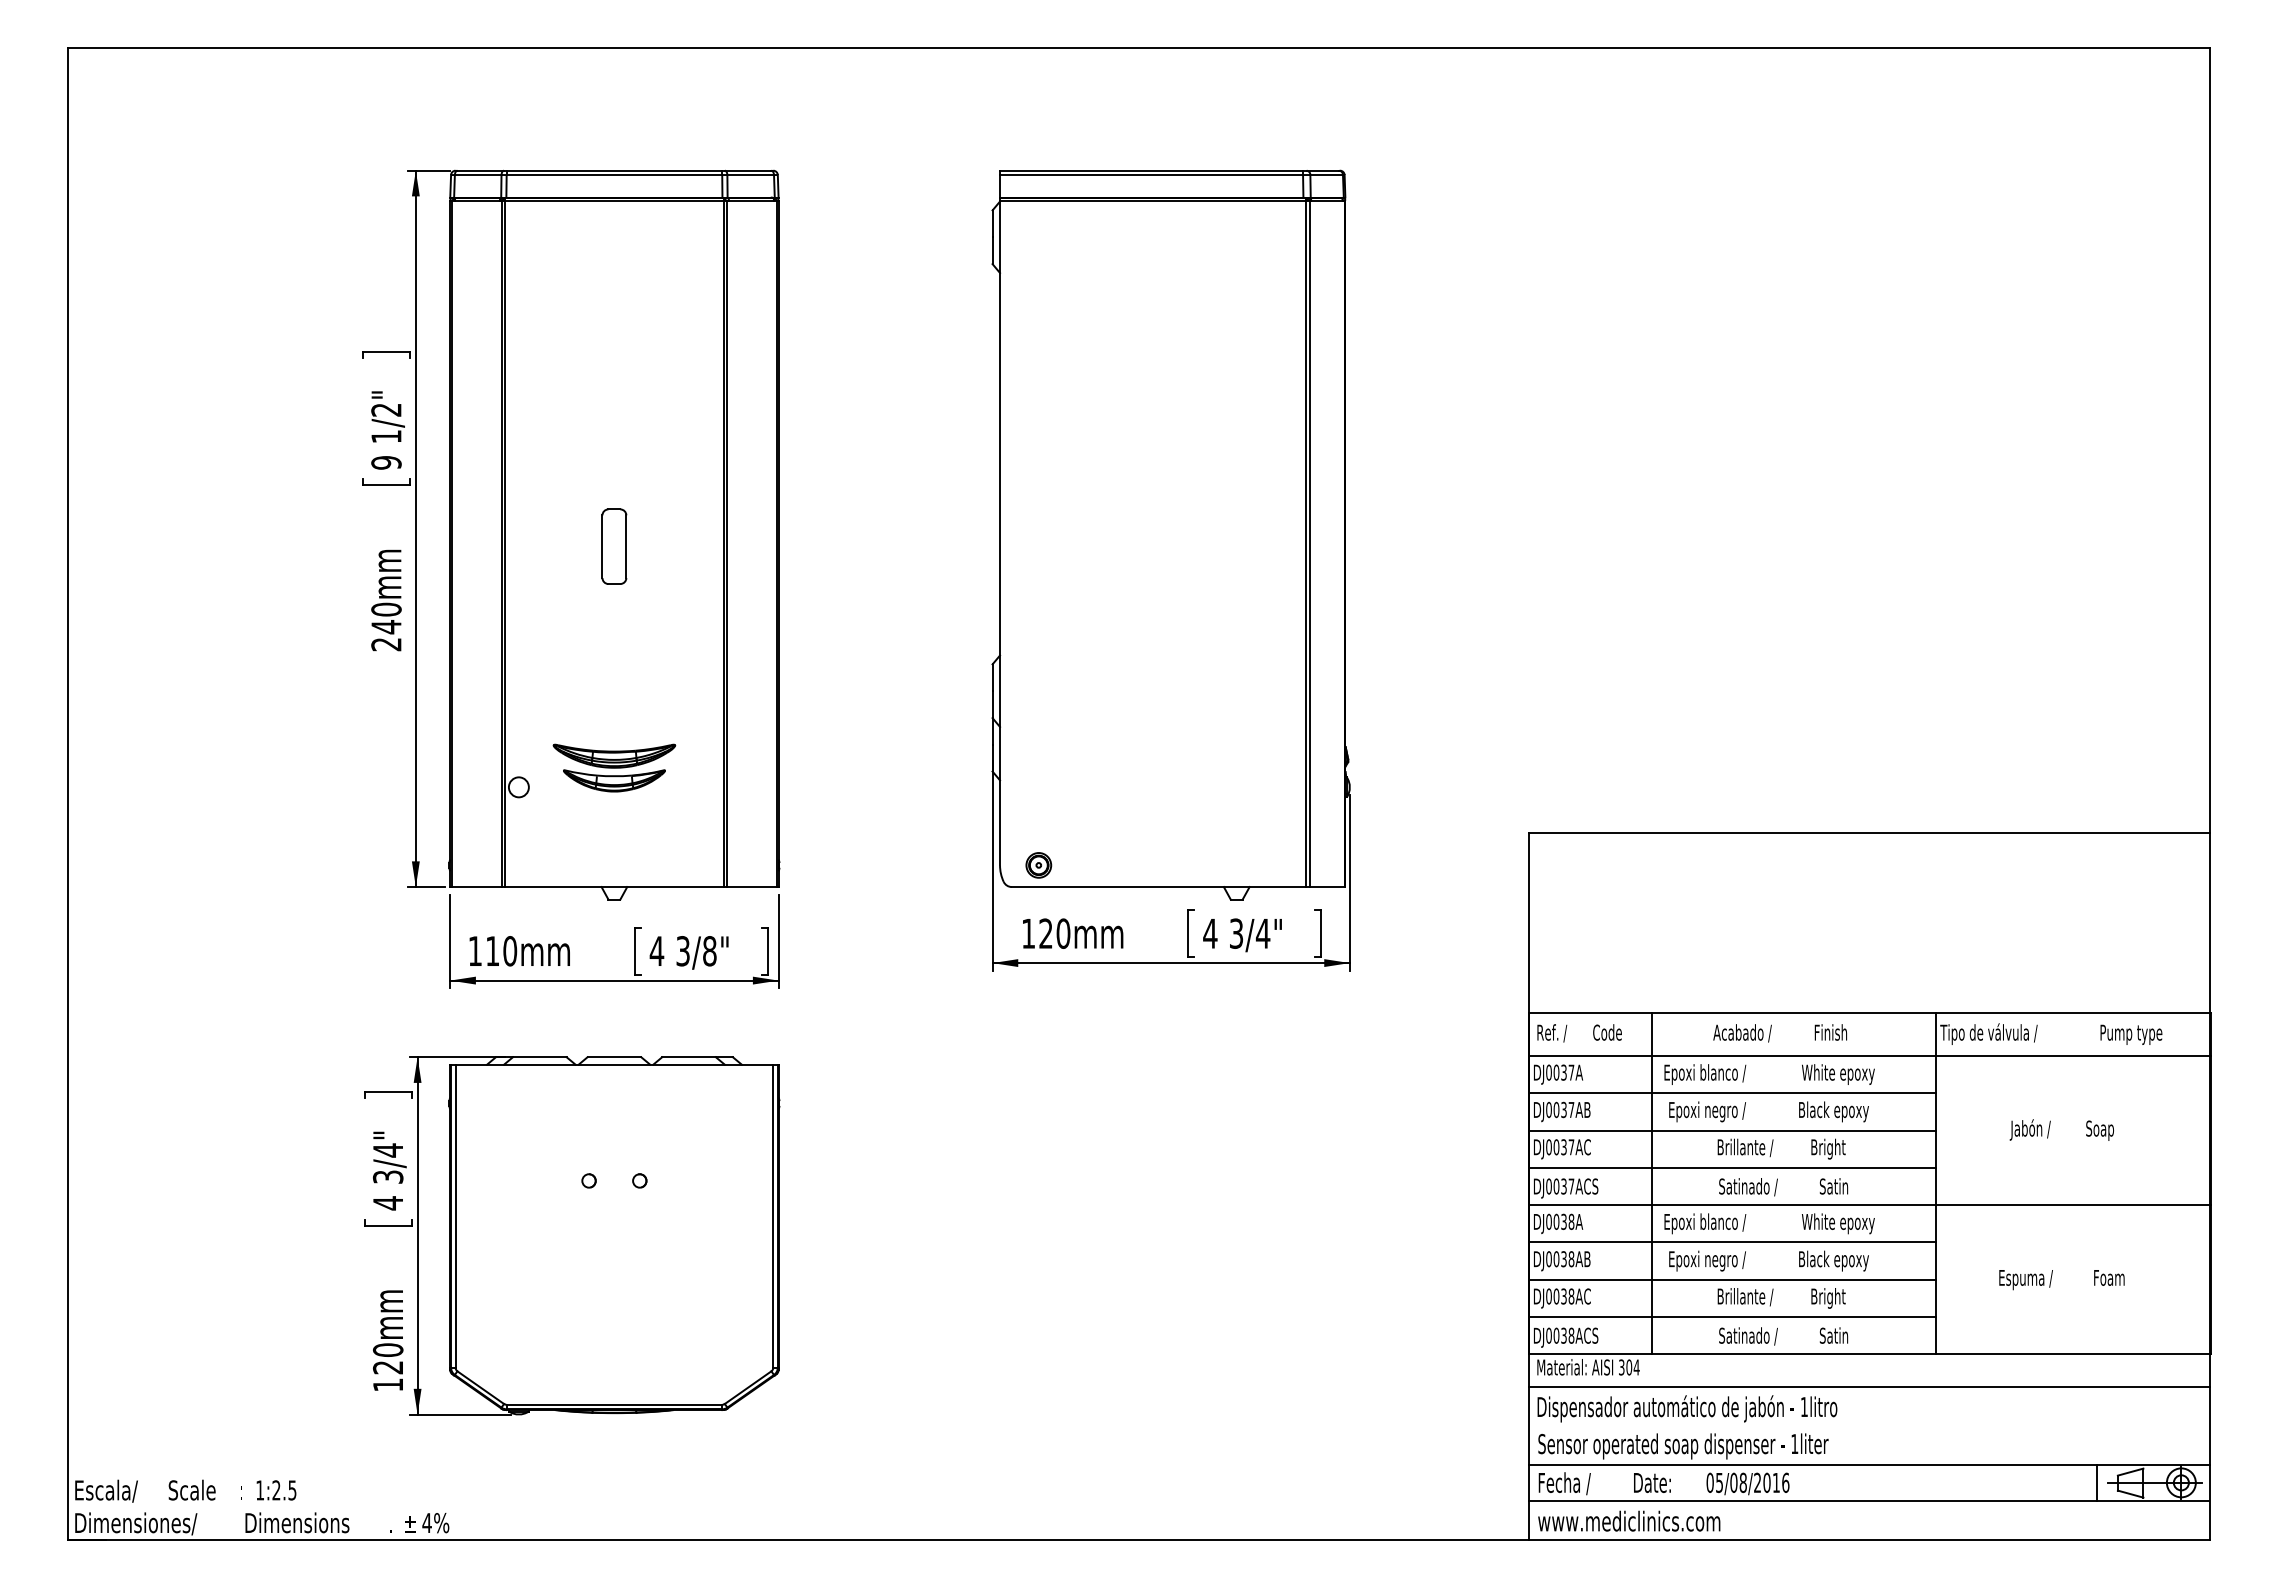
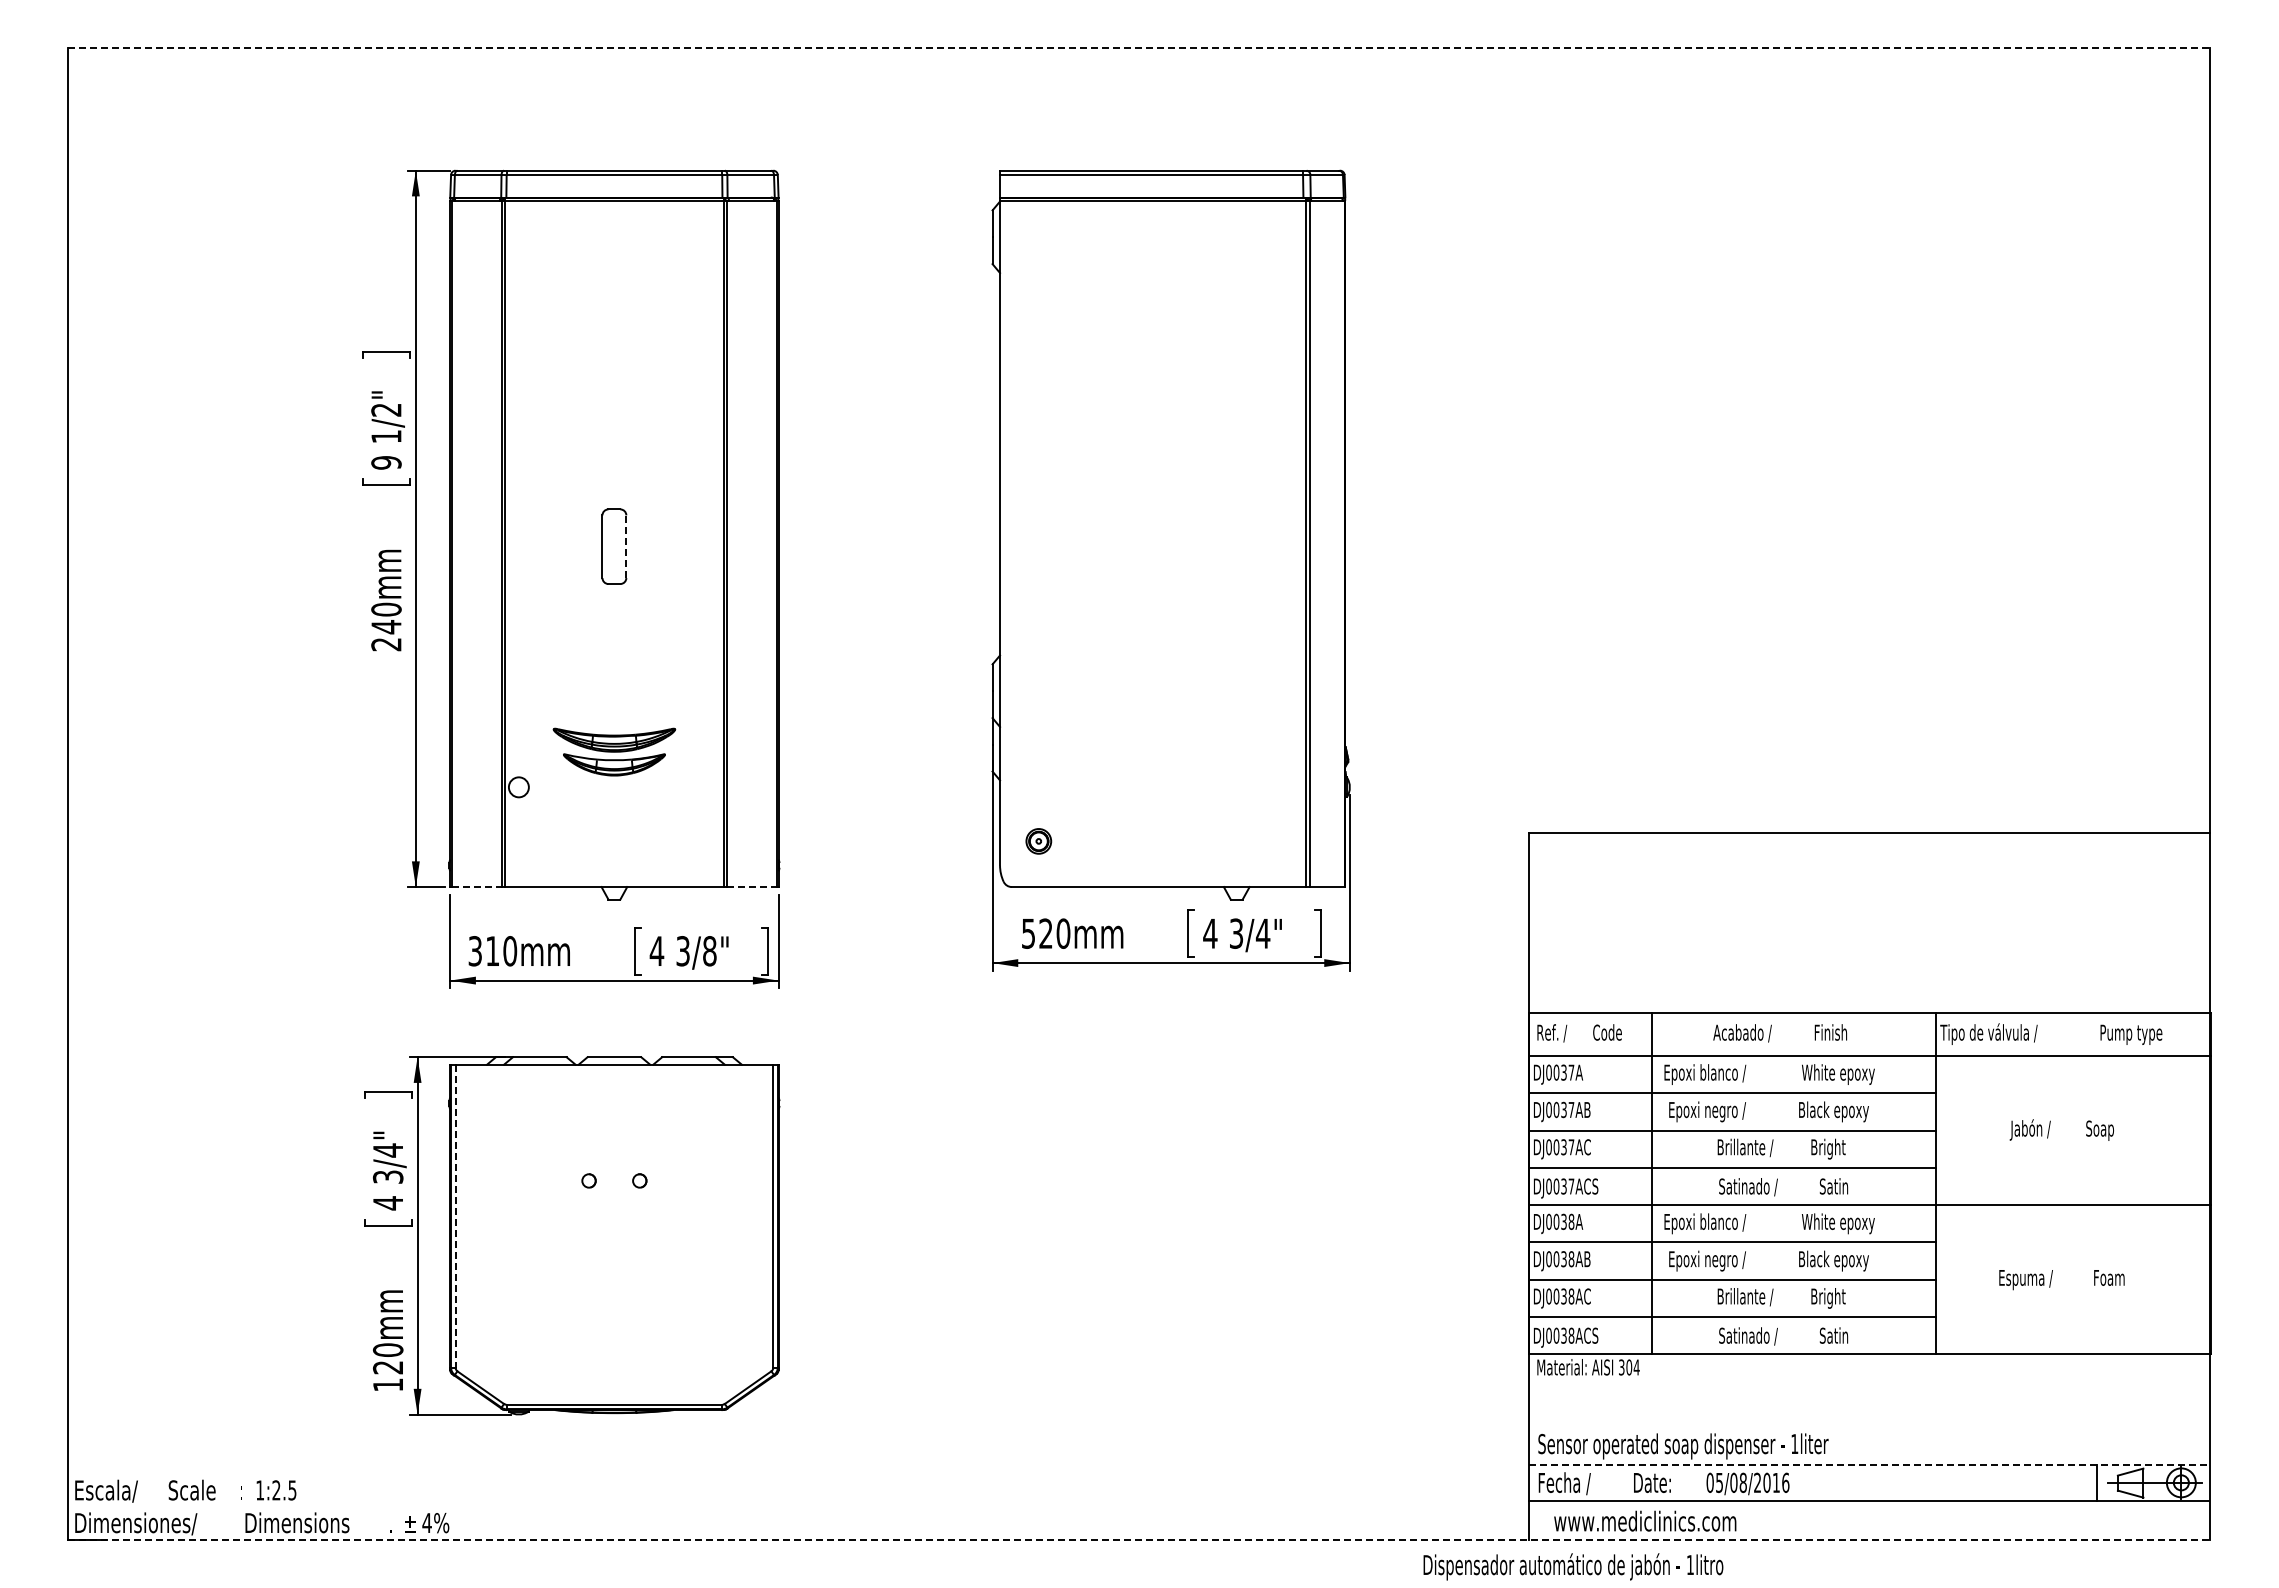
line at (1139, 47): solid -> dashed
line at (626, 546): solid -> dashed
part at (614, 767) position: (614, 767) -> (614, 751)
part at (1038, 865) position: (1038, 865) -> (1038, 841)
line at (477, 887): solid -> dashed
line at (751, 887): solid -> dashed
text at (1028, 933): 120mm -> 520mm
text at (474, 951): 110mm -> 310mm
line at (455, 1216): solid -> dashed
line at (1869, 1386): present -> none
text at (1687, 1408) position: (1687, 1408) -> (1573, 1566)
line at (1869, 1464): solid -> dashed
text at (1629, 1520) position: (1629, 1520) -> (1645, 1520)
line at (1139, 1540): solid -> dashed
